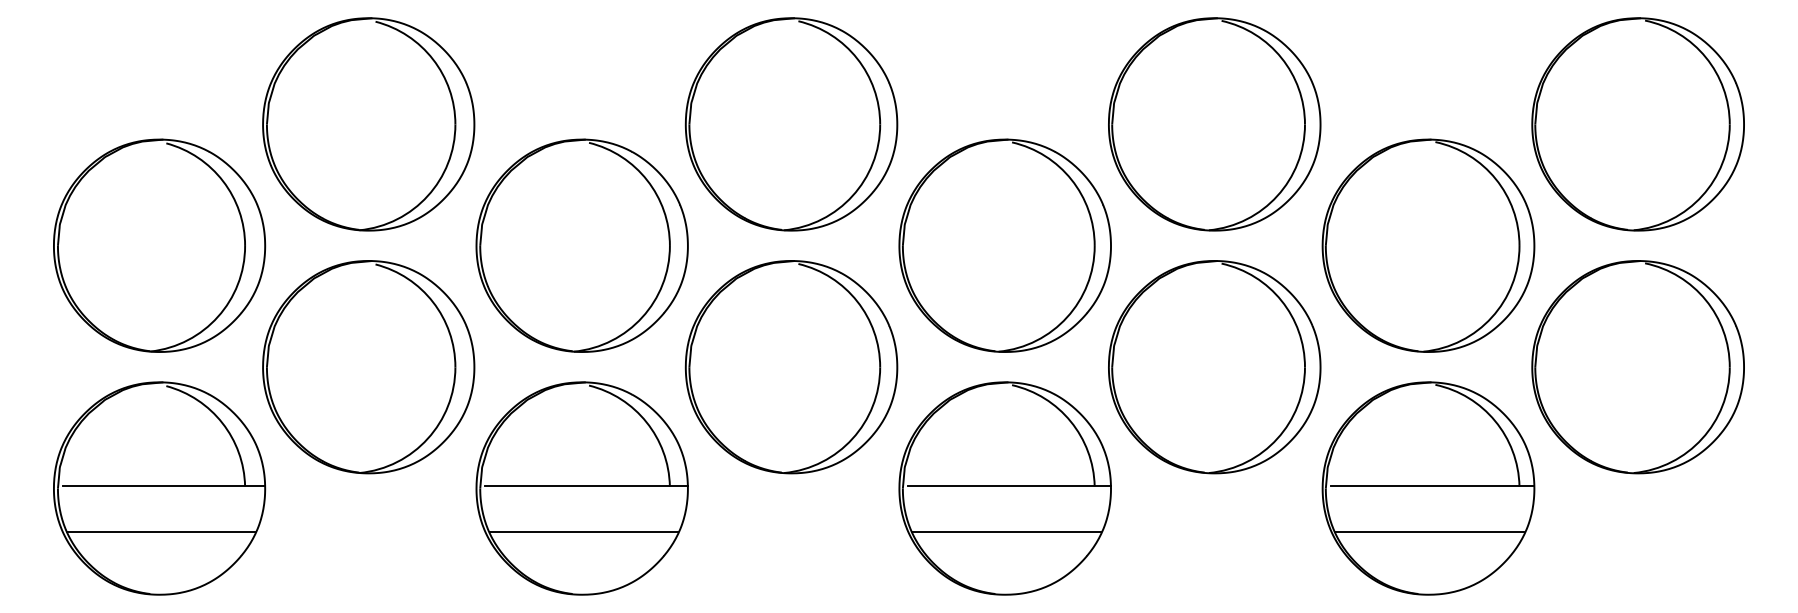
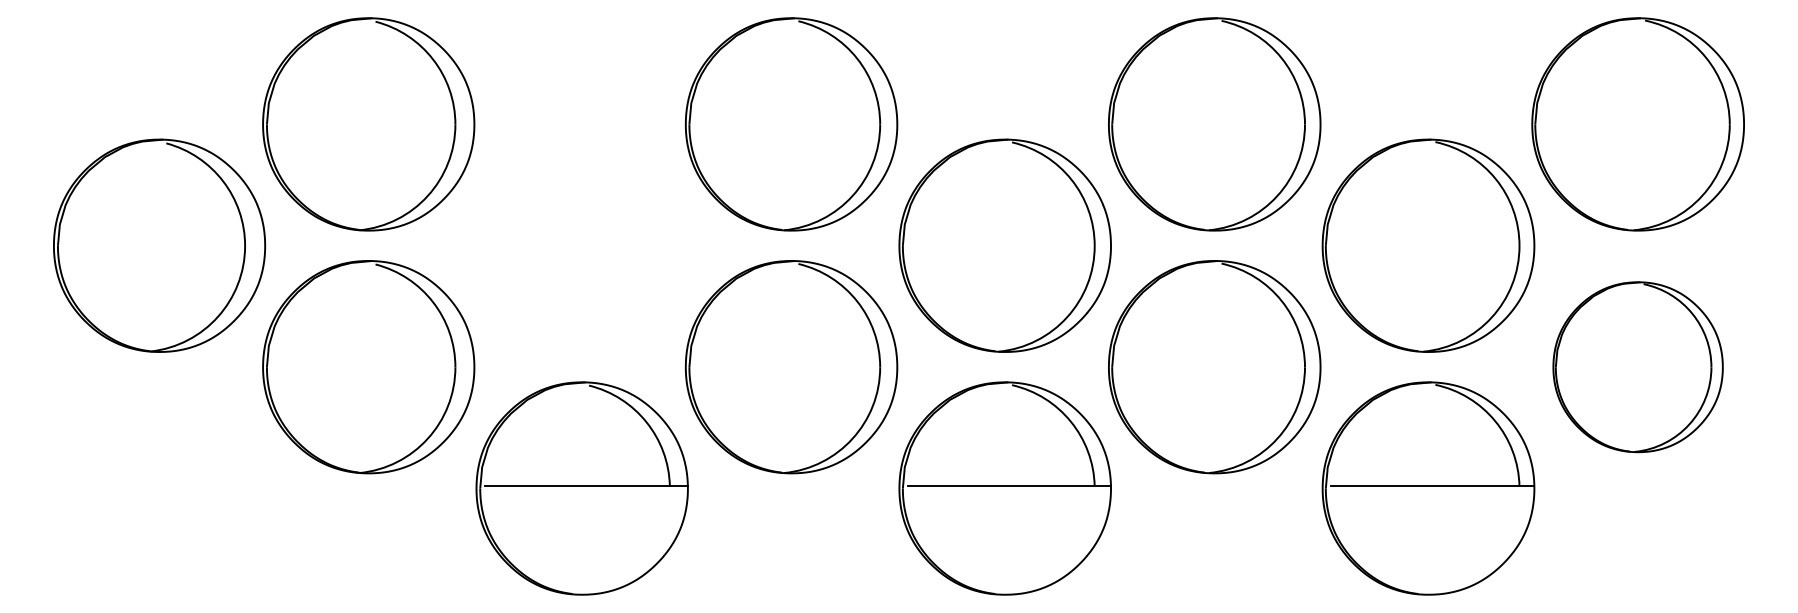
part at (581, 245): present -> none
part at (1637, 367) size: 214x215 px -> 172x173 px
part at (159, 488): present -> none
line at (583, 531): present -> none
line at (1006, 531): present -> none
line at (1429, 531): present -> none
